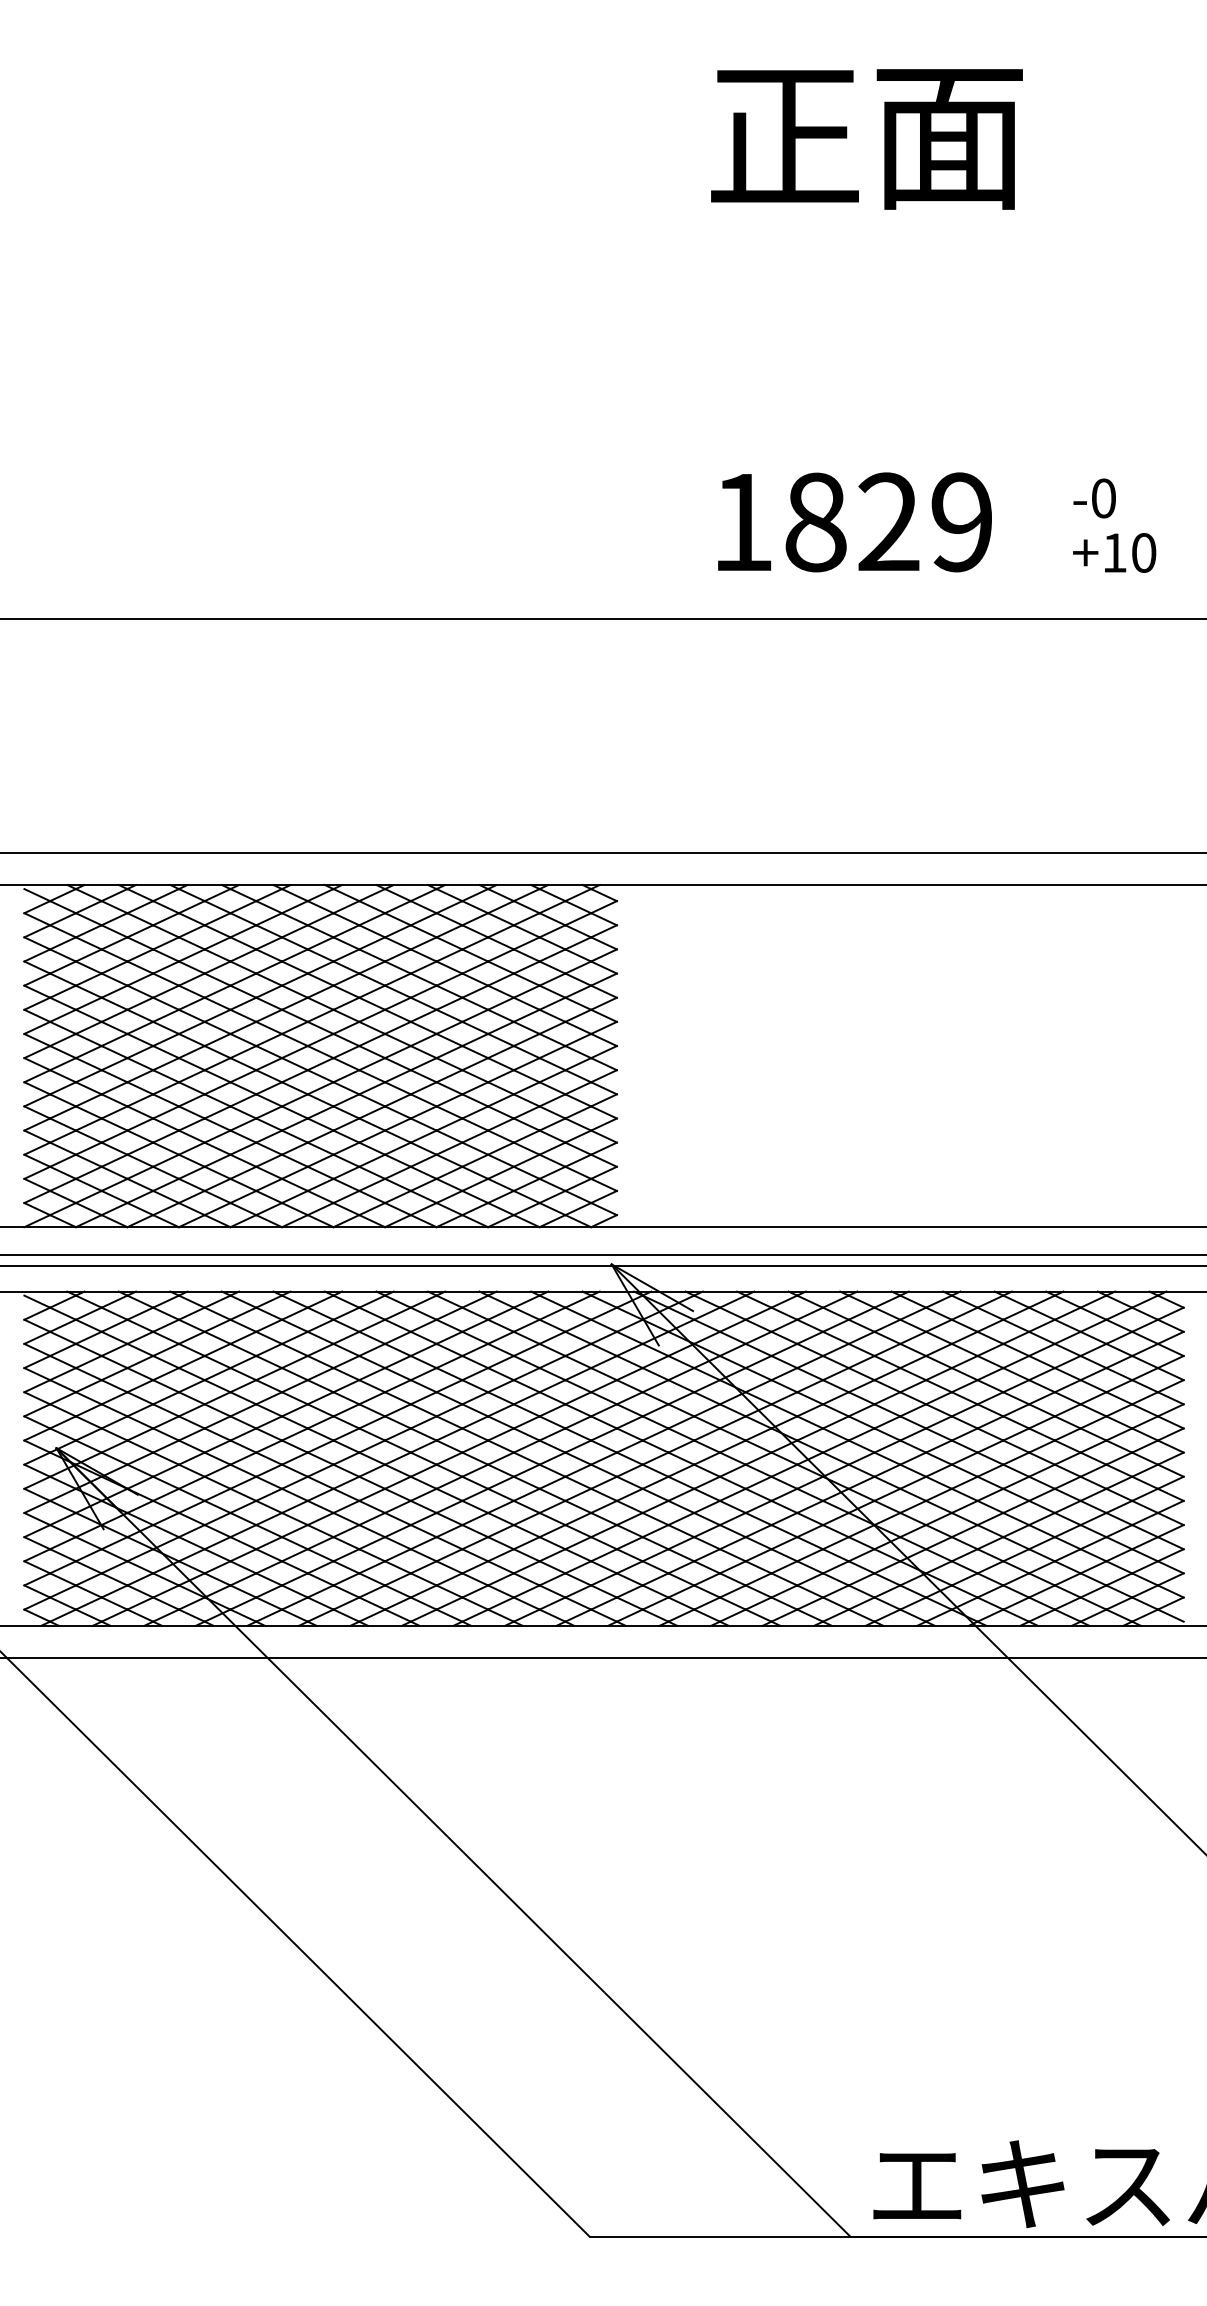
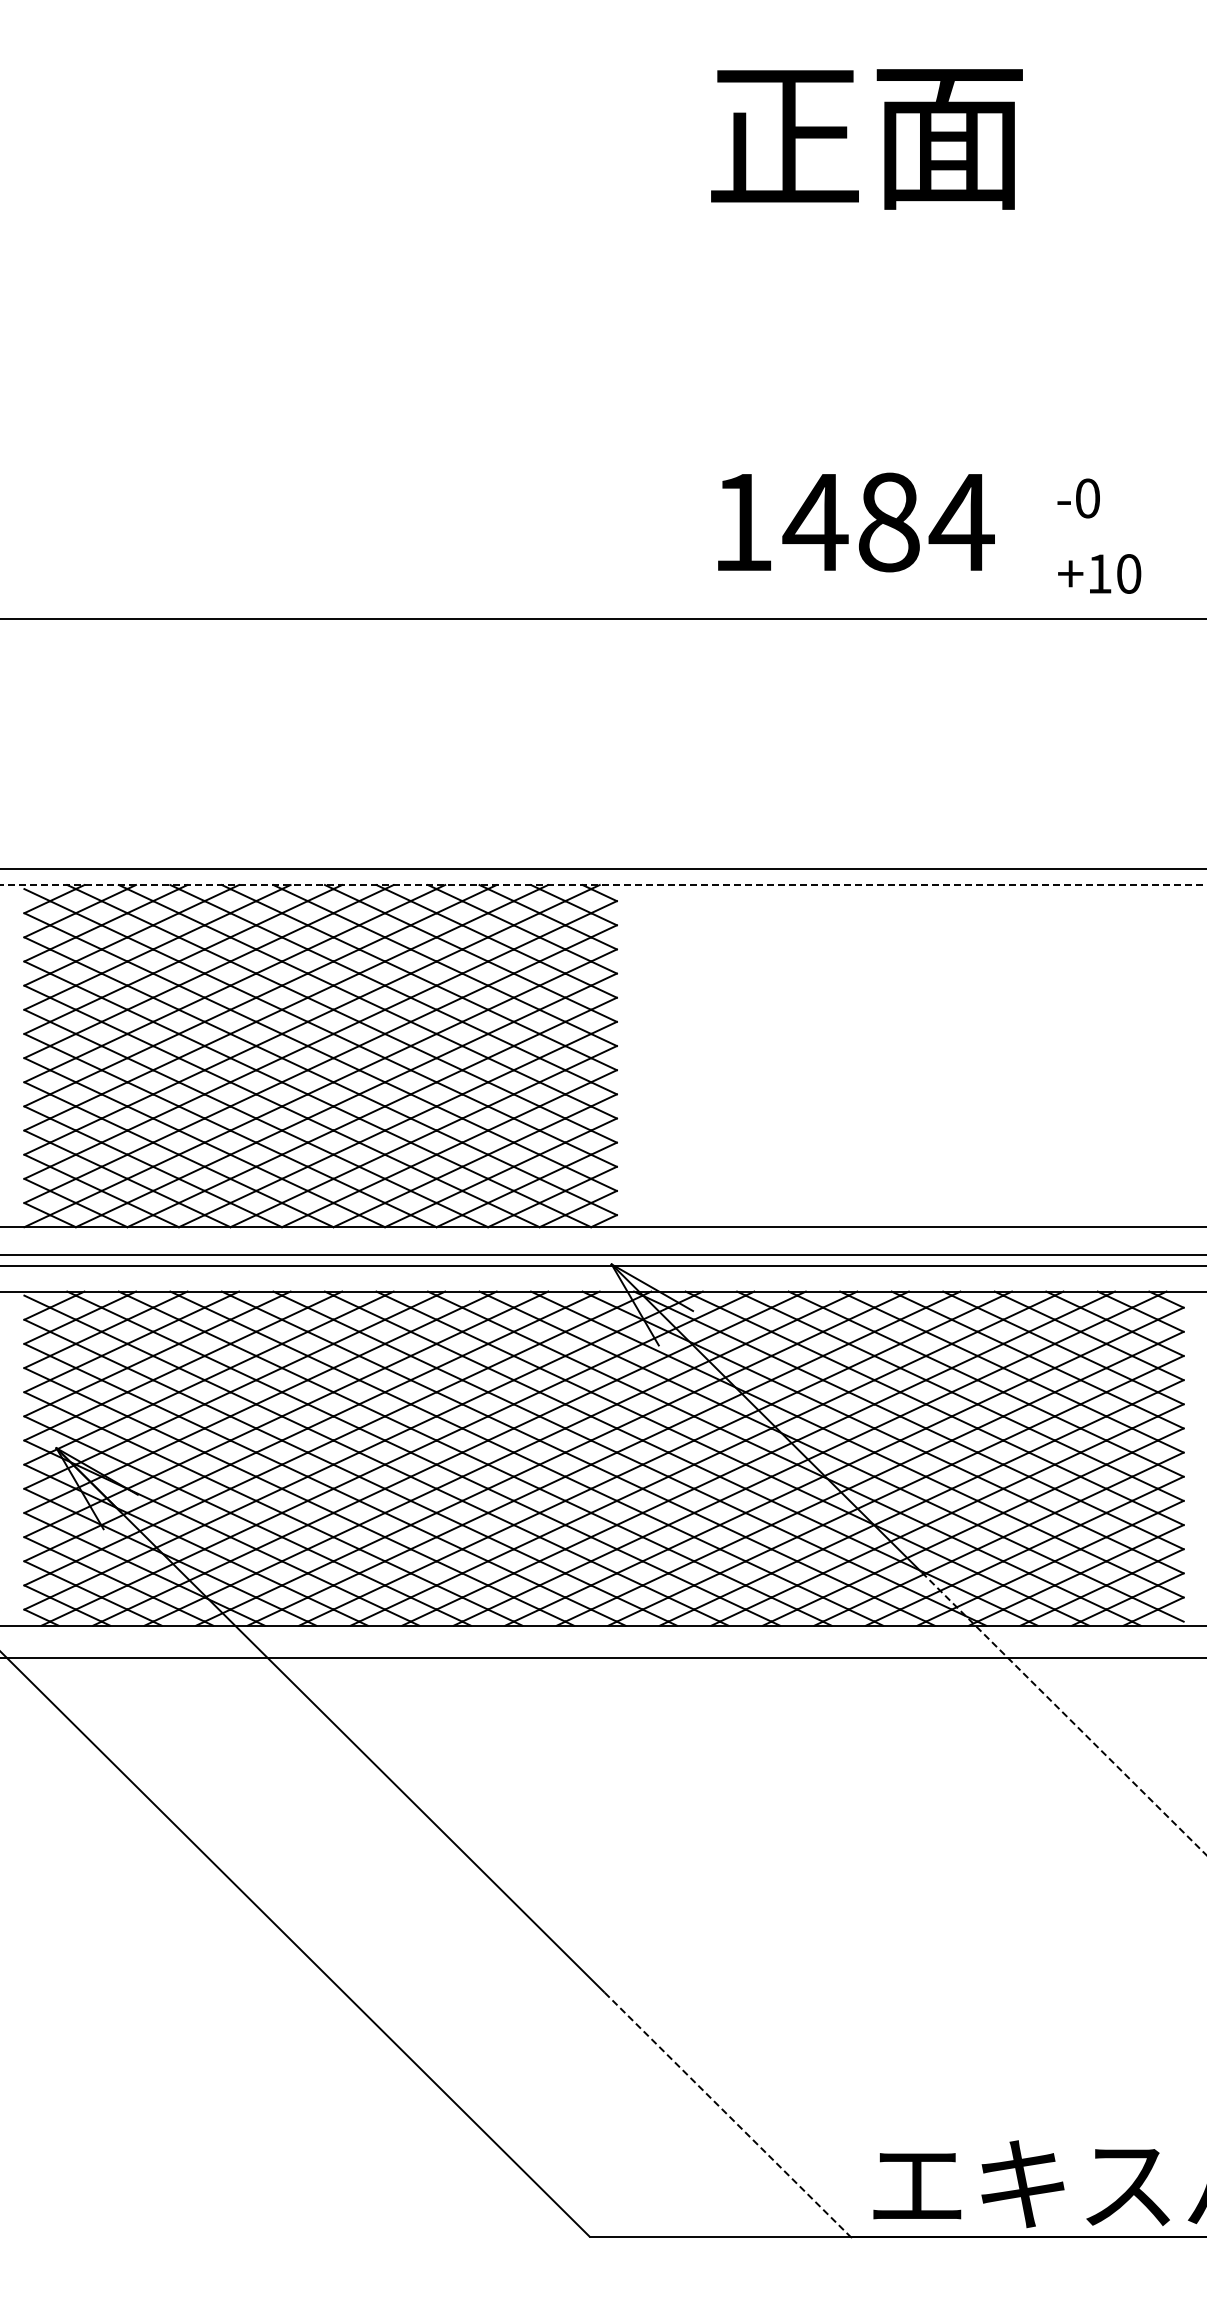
text at (1094, 498) position: (1094, 498) -> (1078, 498)
text at (888, 522): 1829 -> 1484
text at (1114, 552) position: (1114, 552) -> (1099, 573)
line at (602, 852) position: (602, 852) -> (602, 868)
line at (603, 885): solid -> dashed
line at (1064, 1713): solid -> dashed
line at (727, 2115): solid -> dashed
